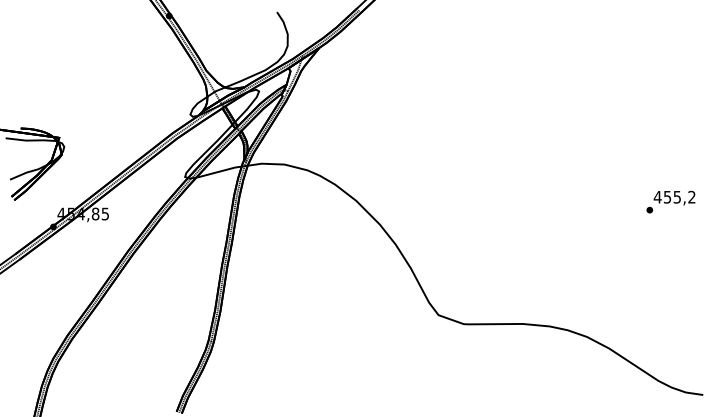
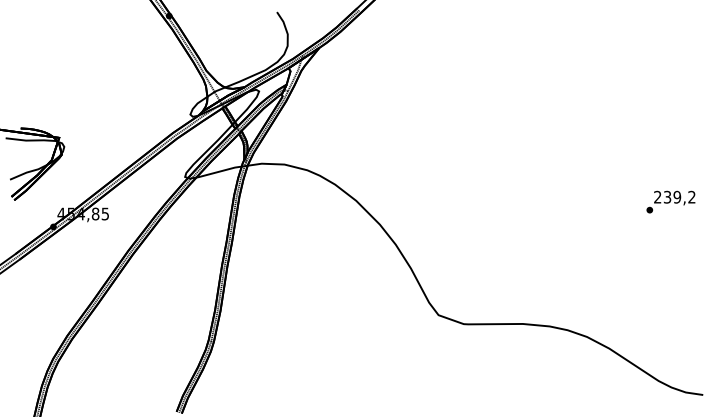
text at (667, 196): 455,2 -> 239,2
